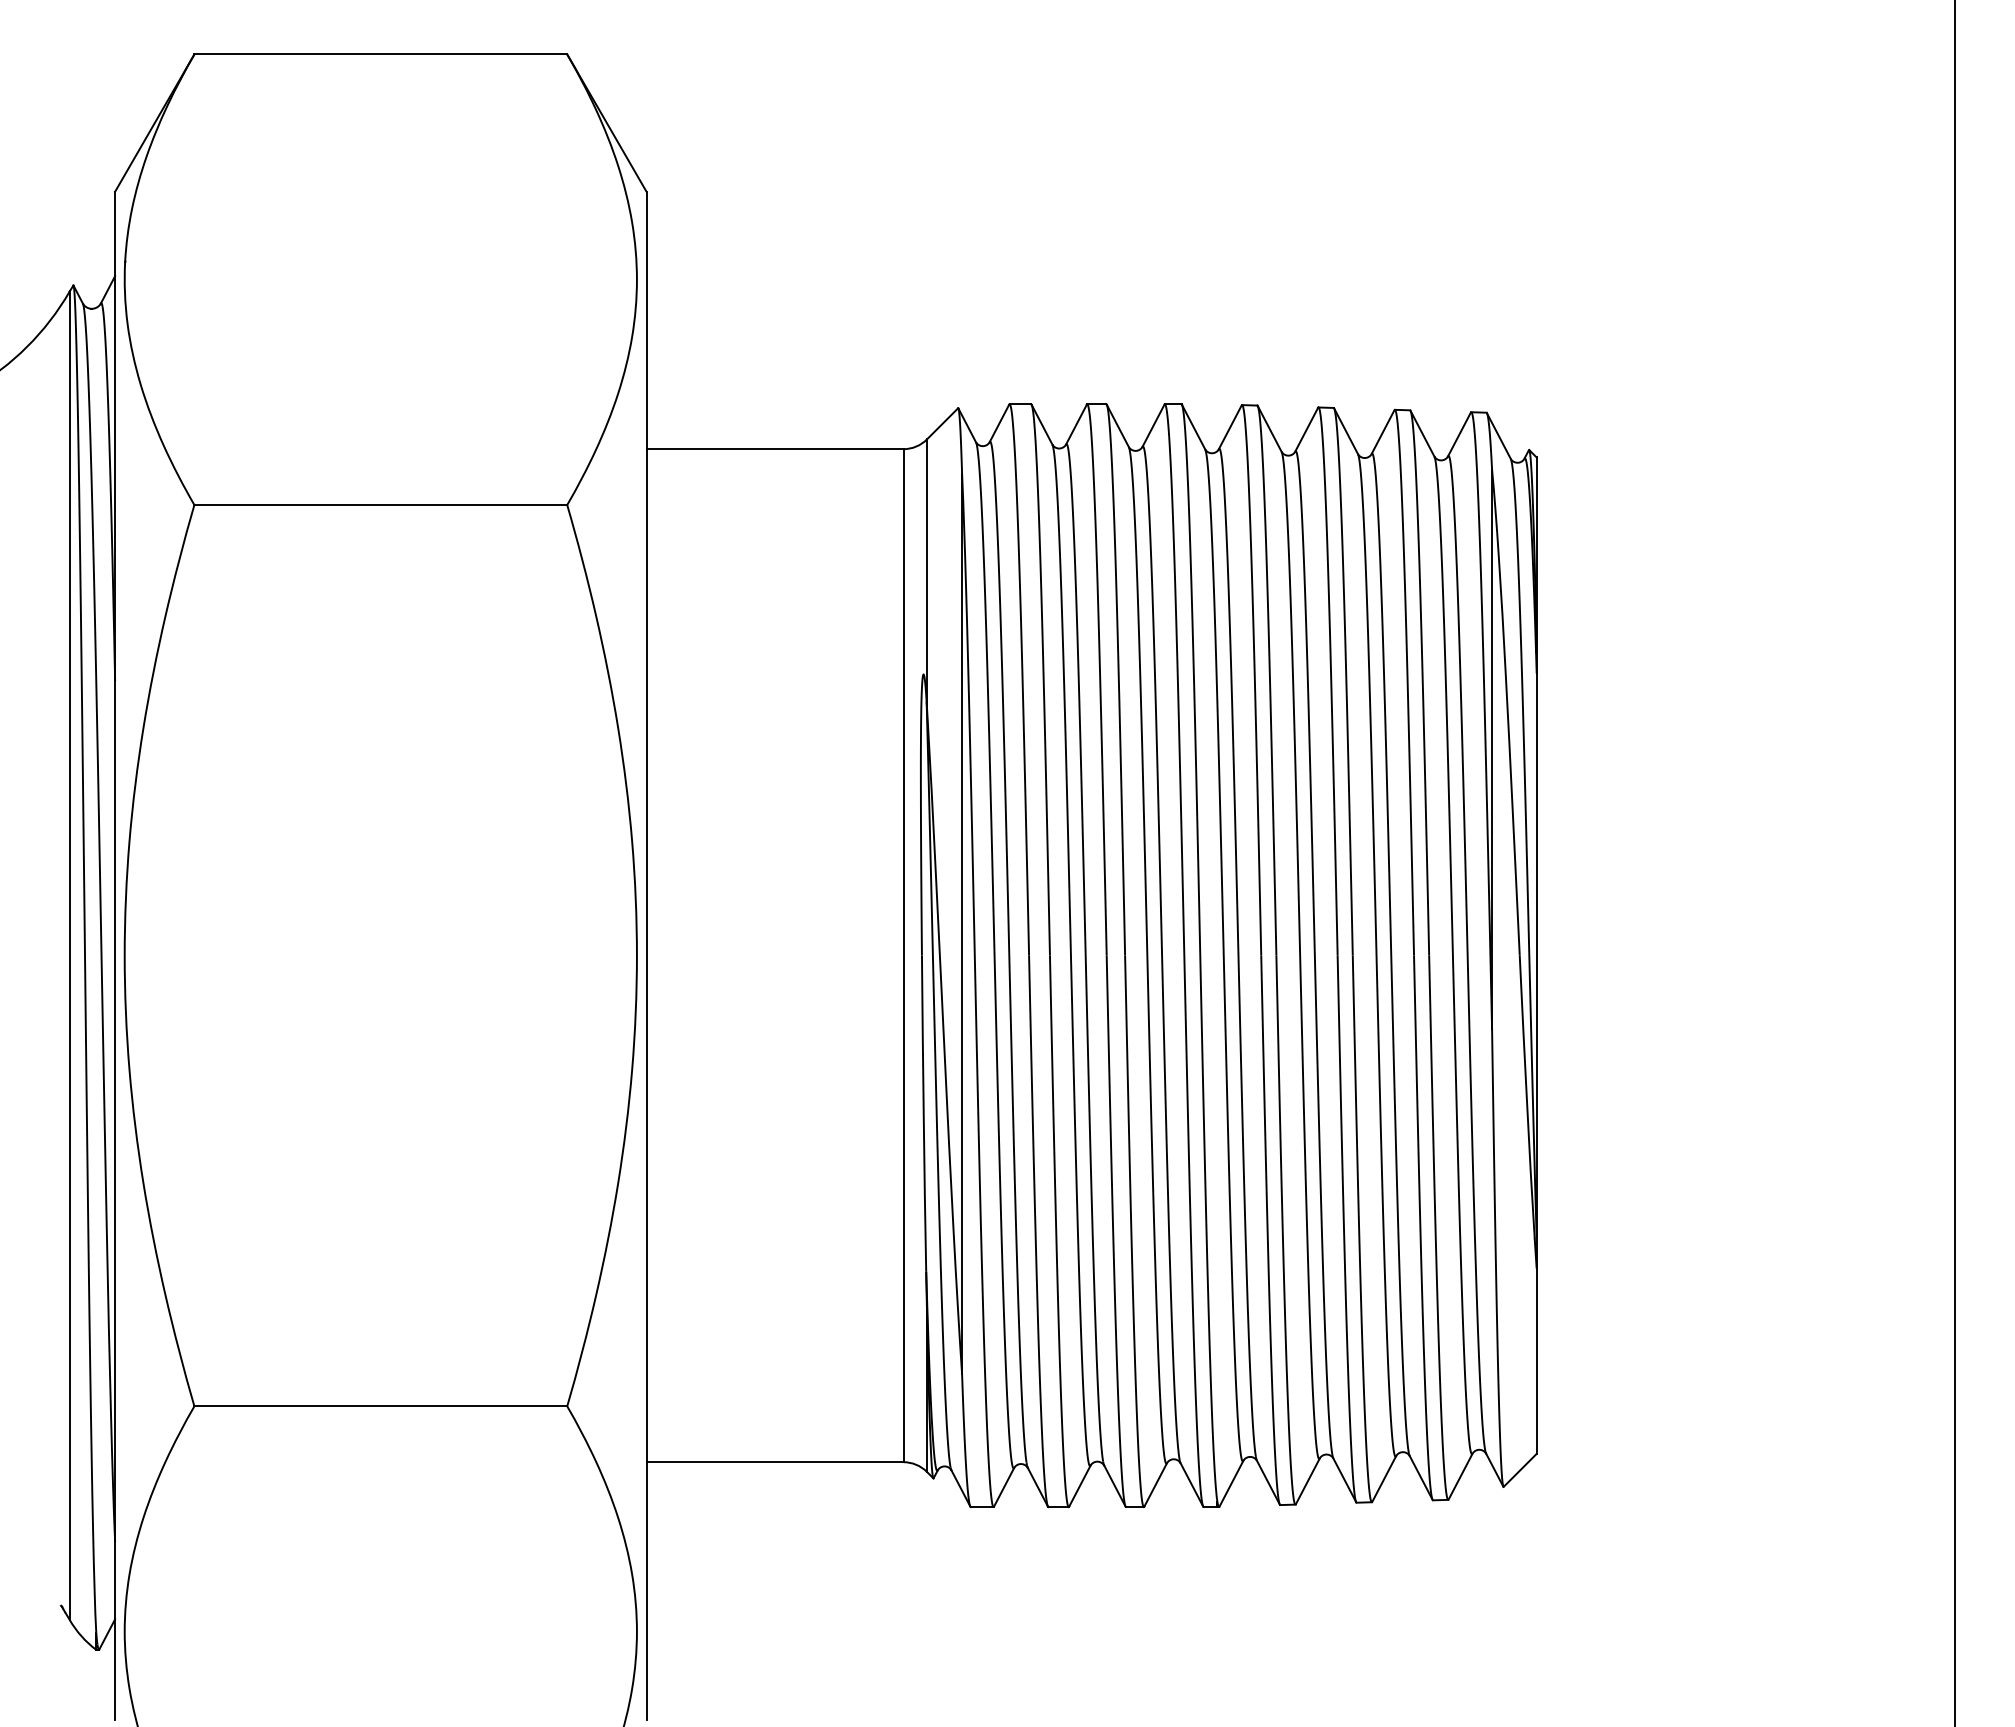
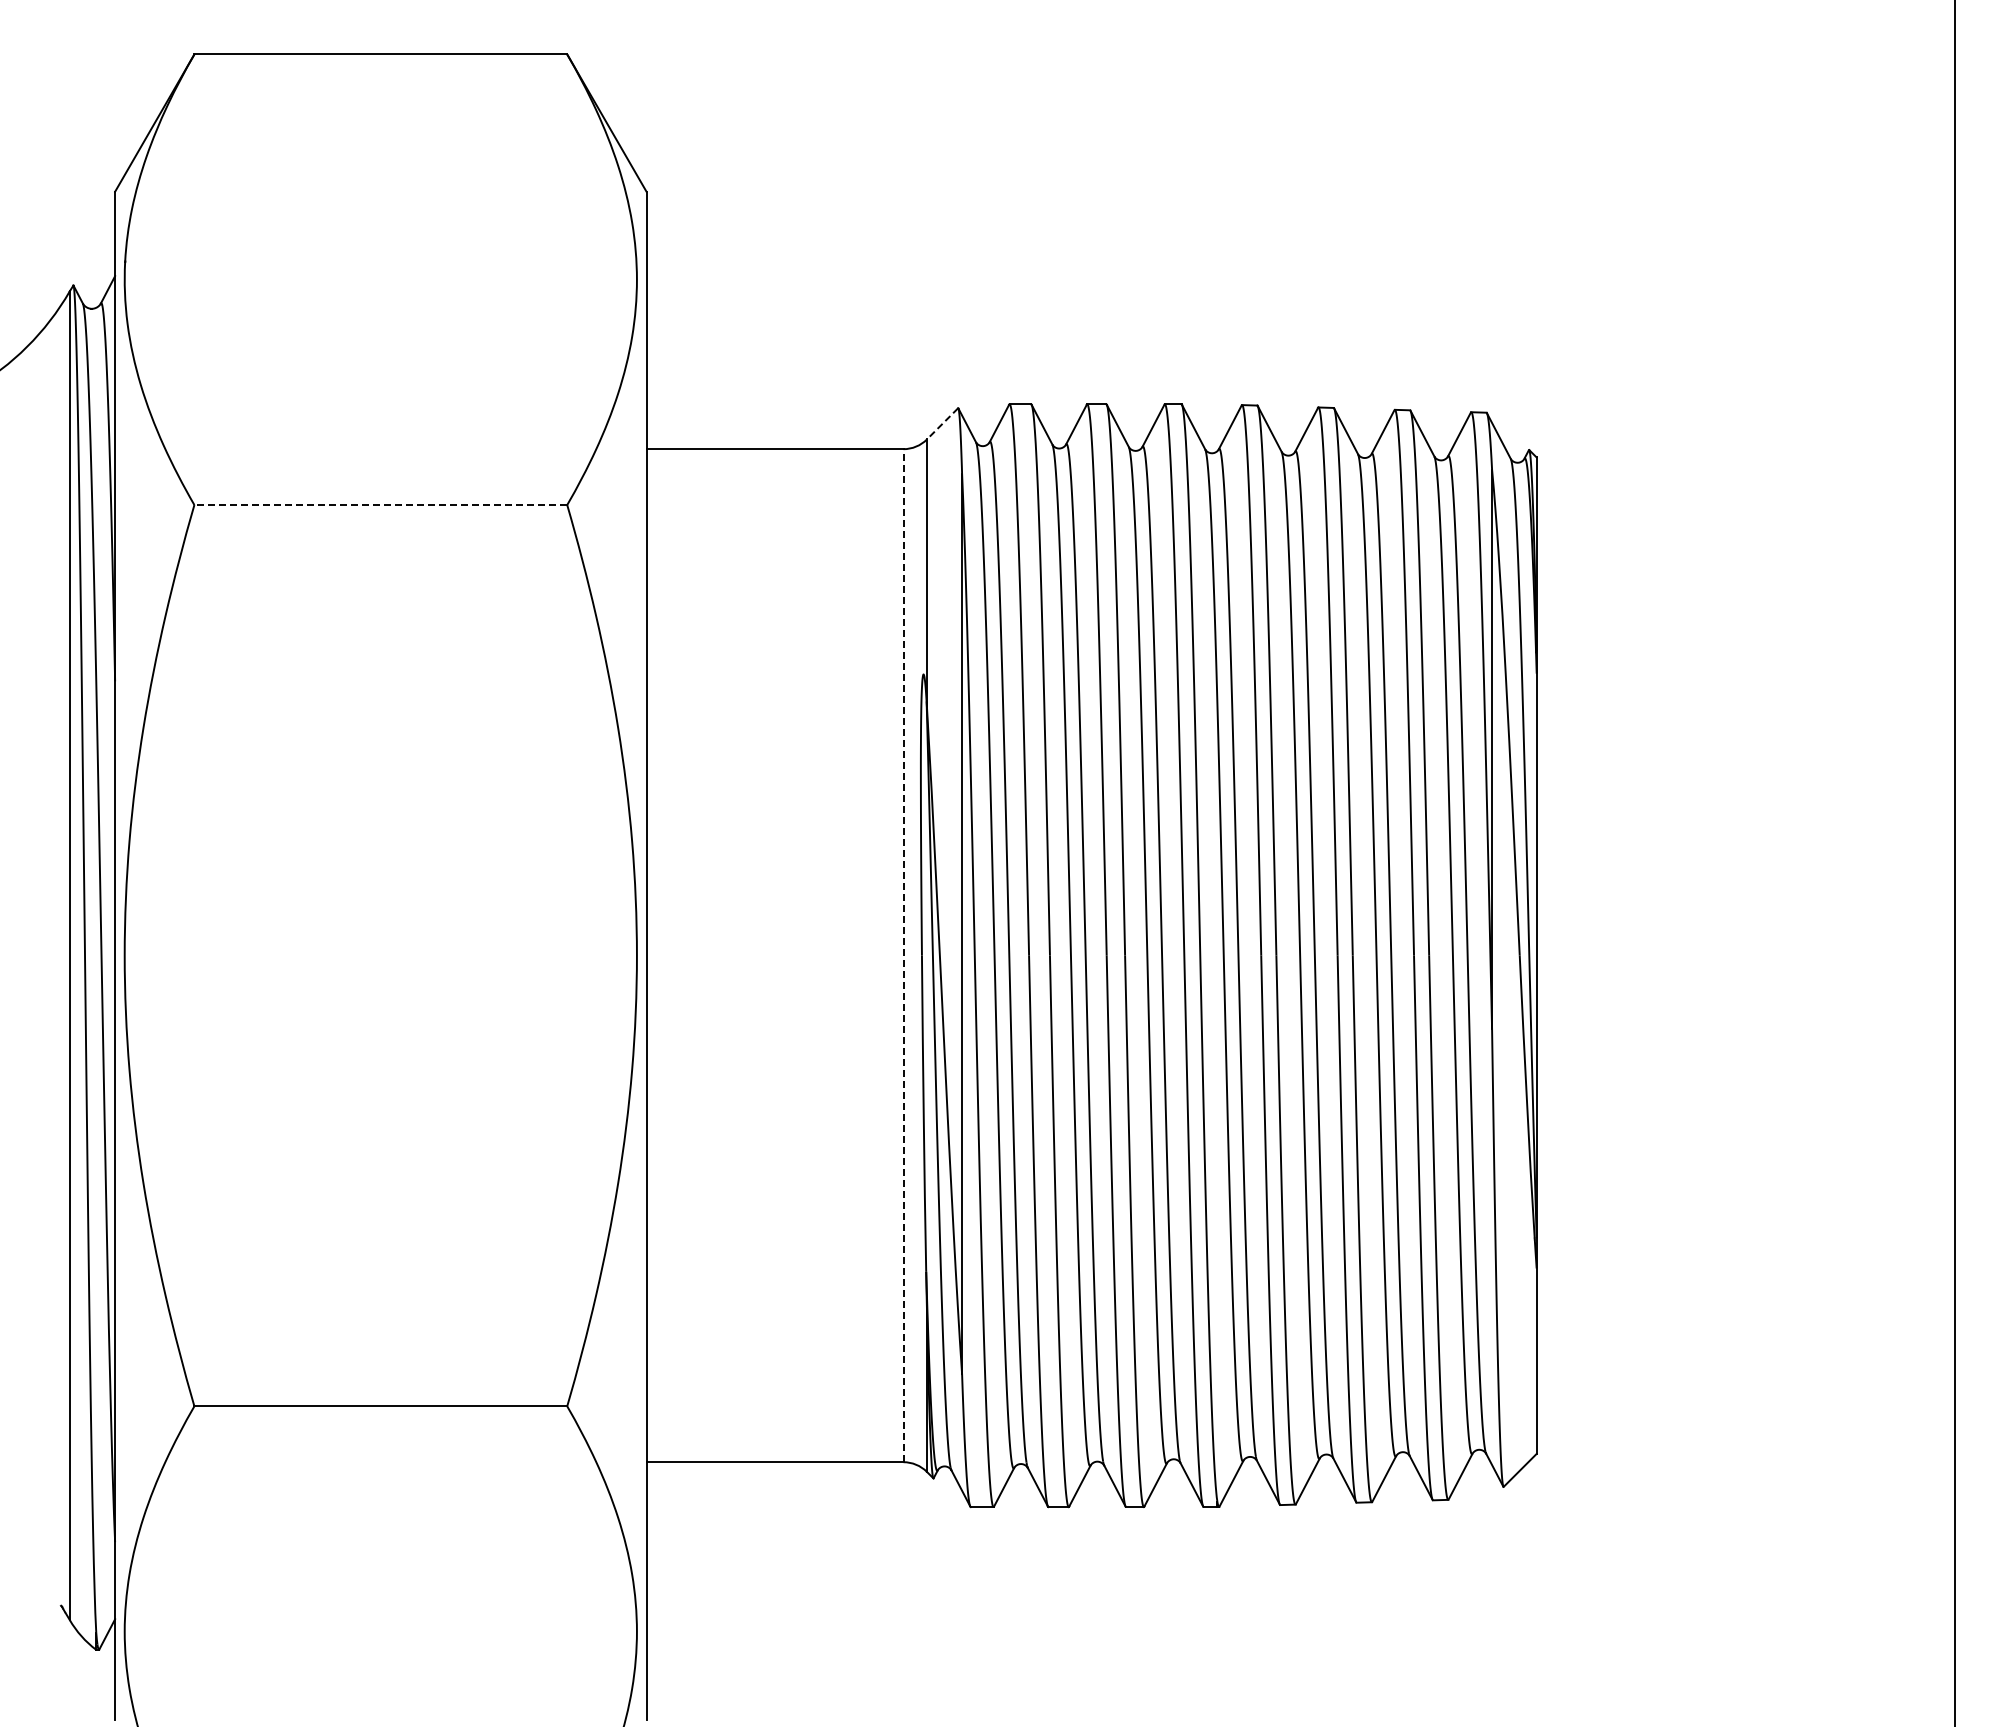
line at (942, 424): solid -> dashed
line at (380, 505): solid -> dashed
line at (903, 955): solid -> dashed
